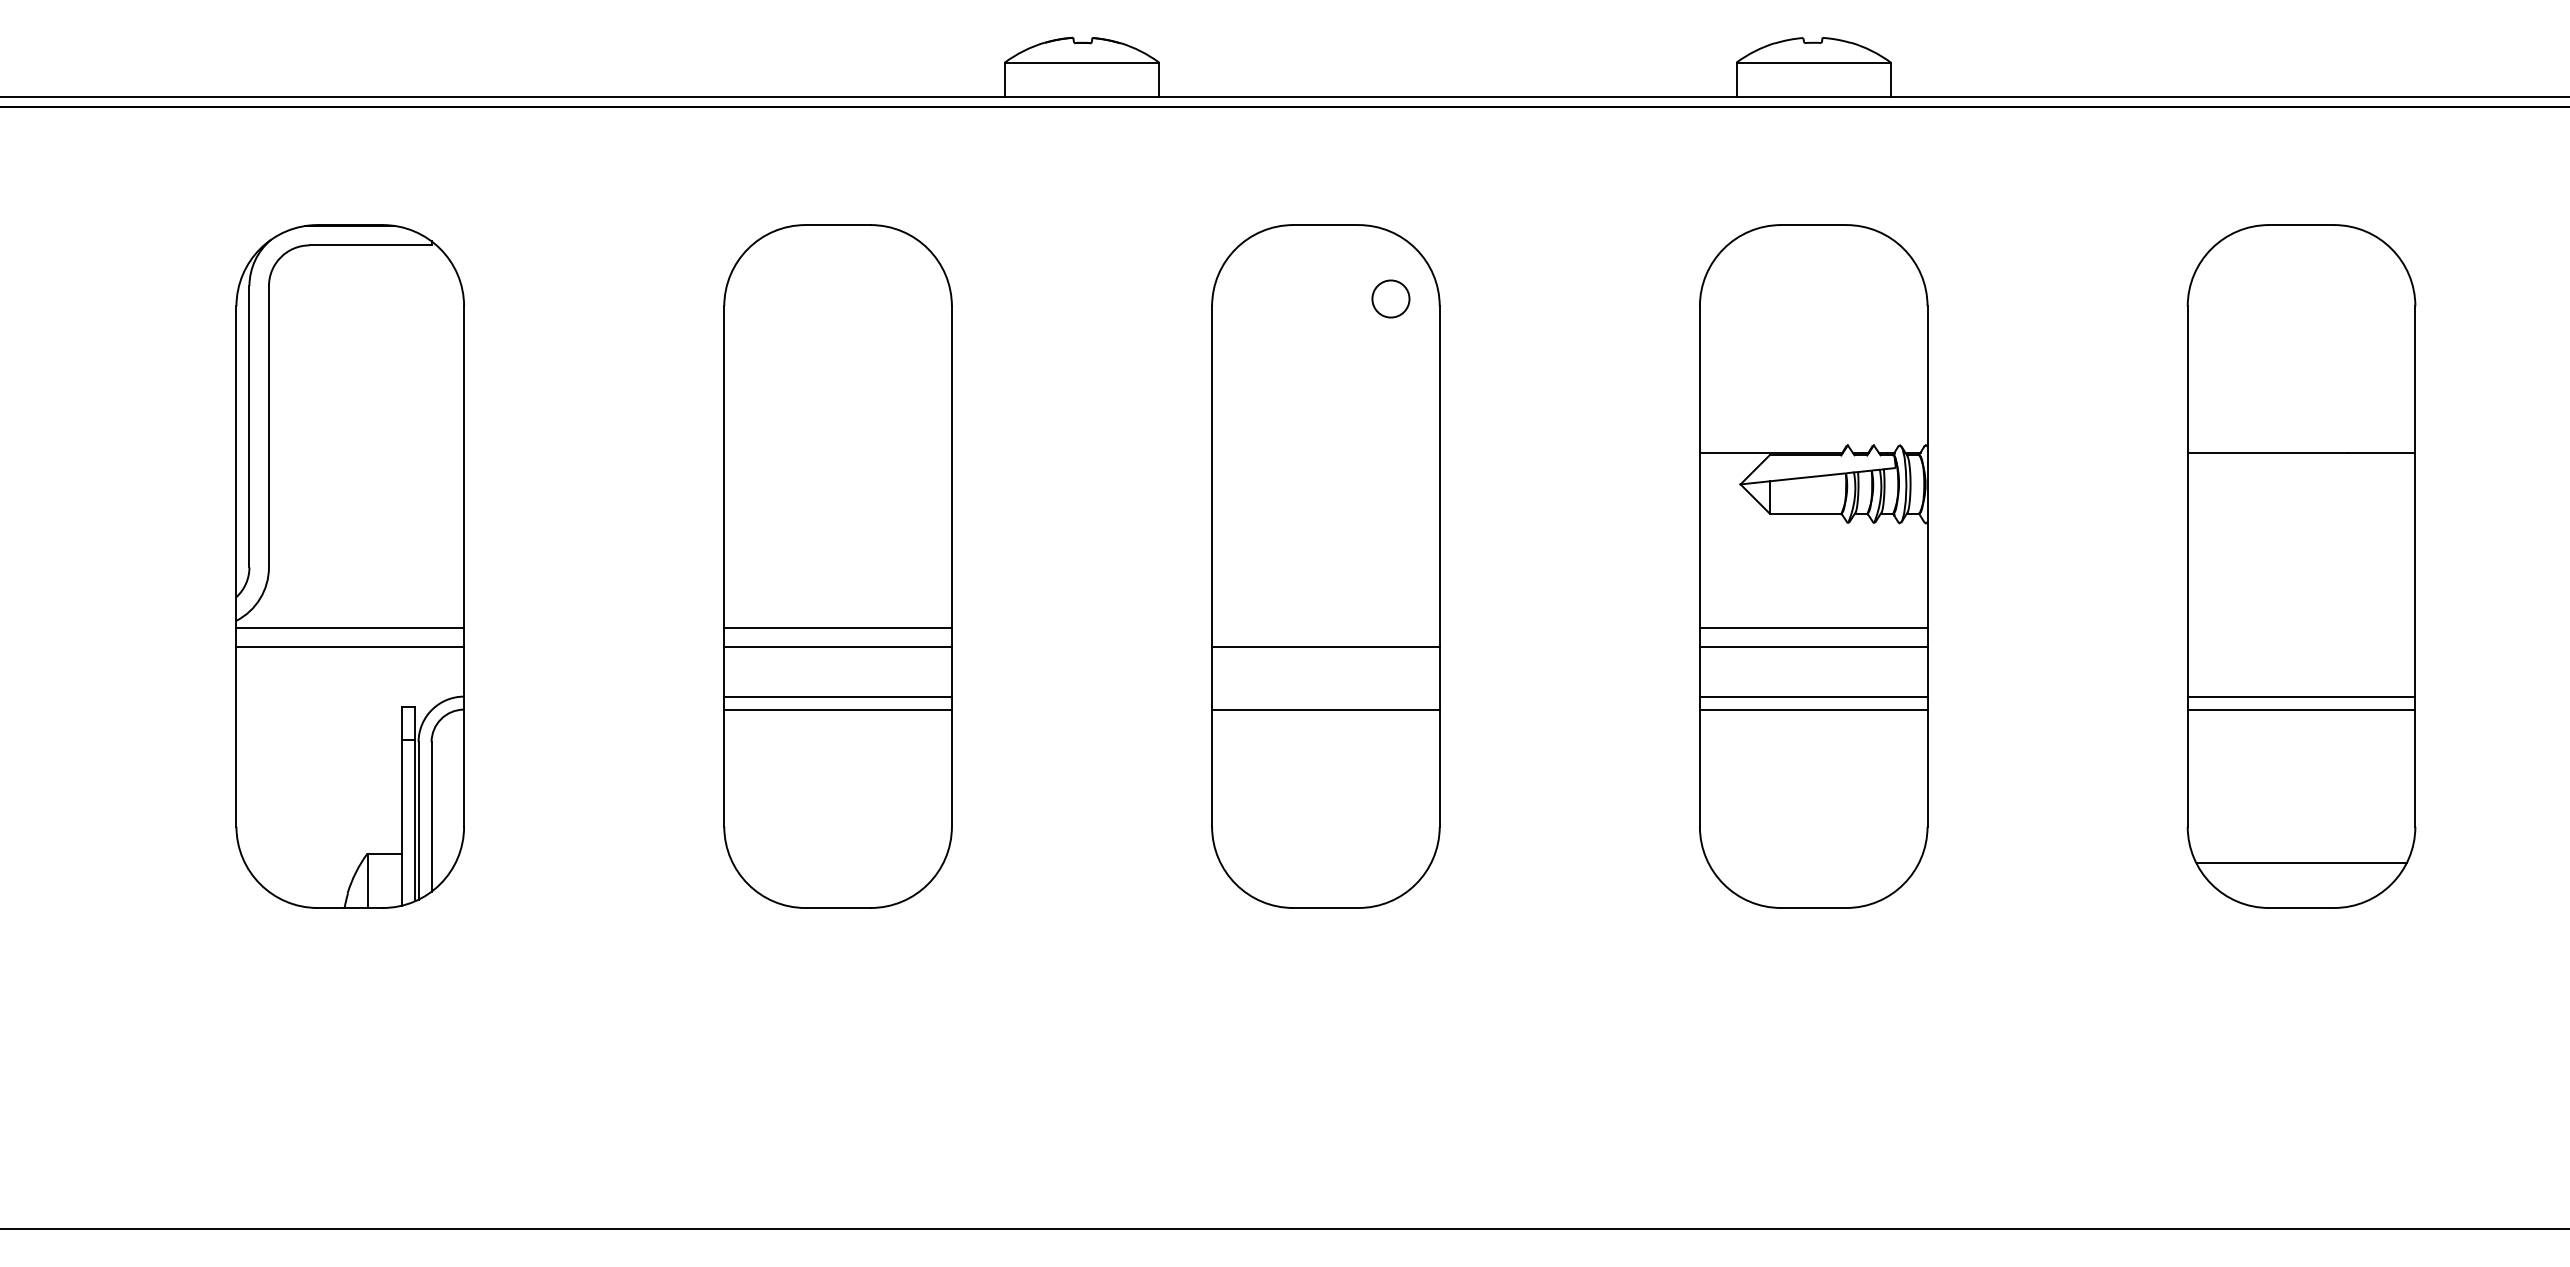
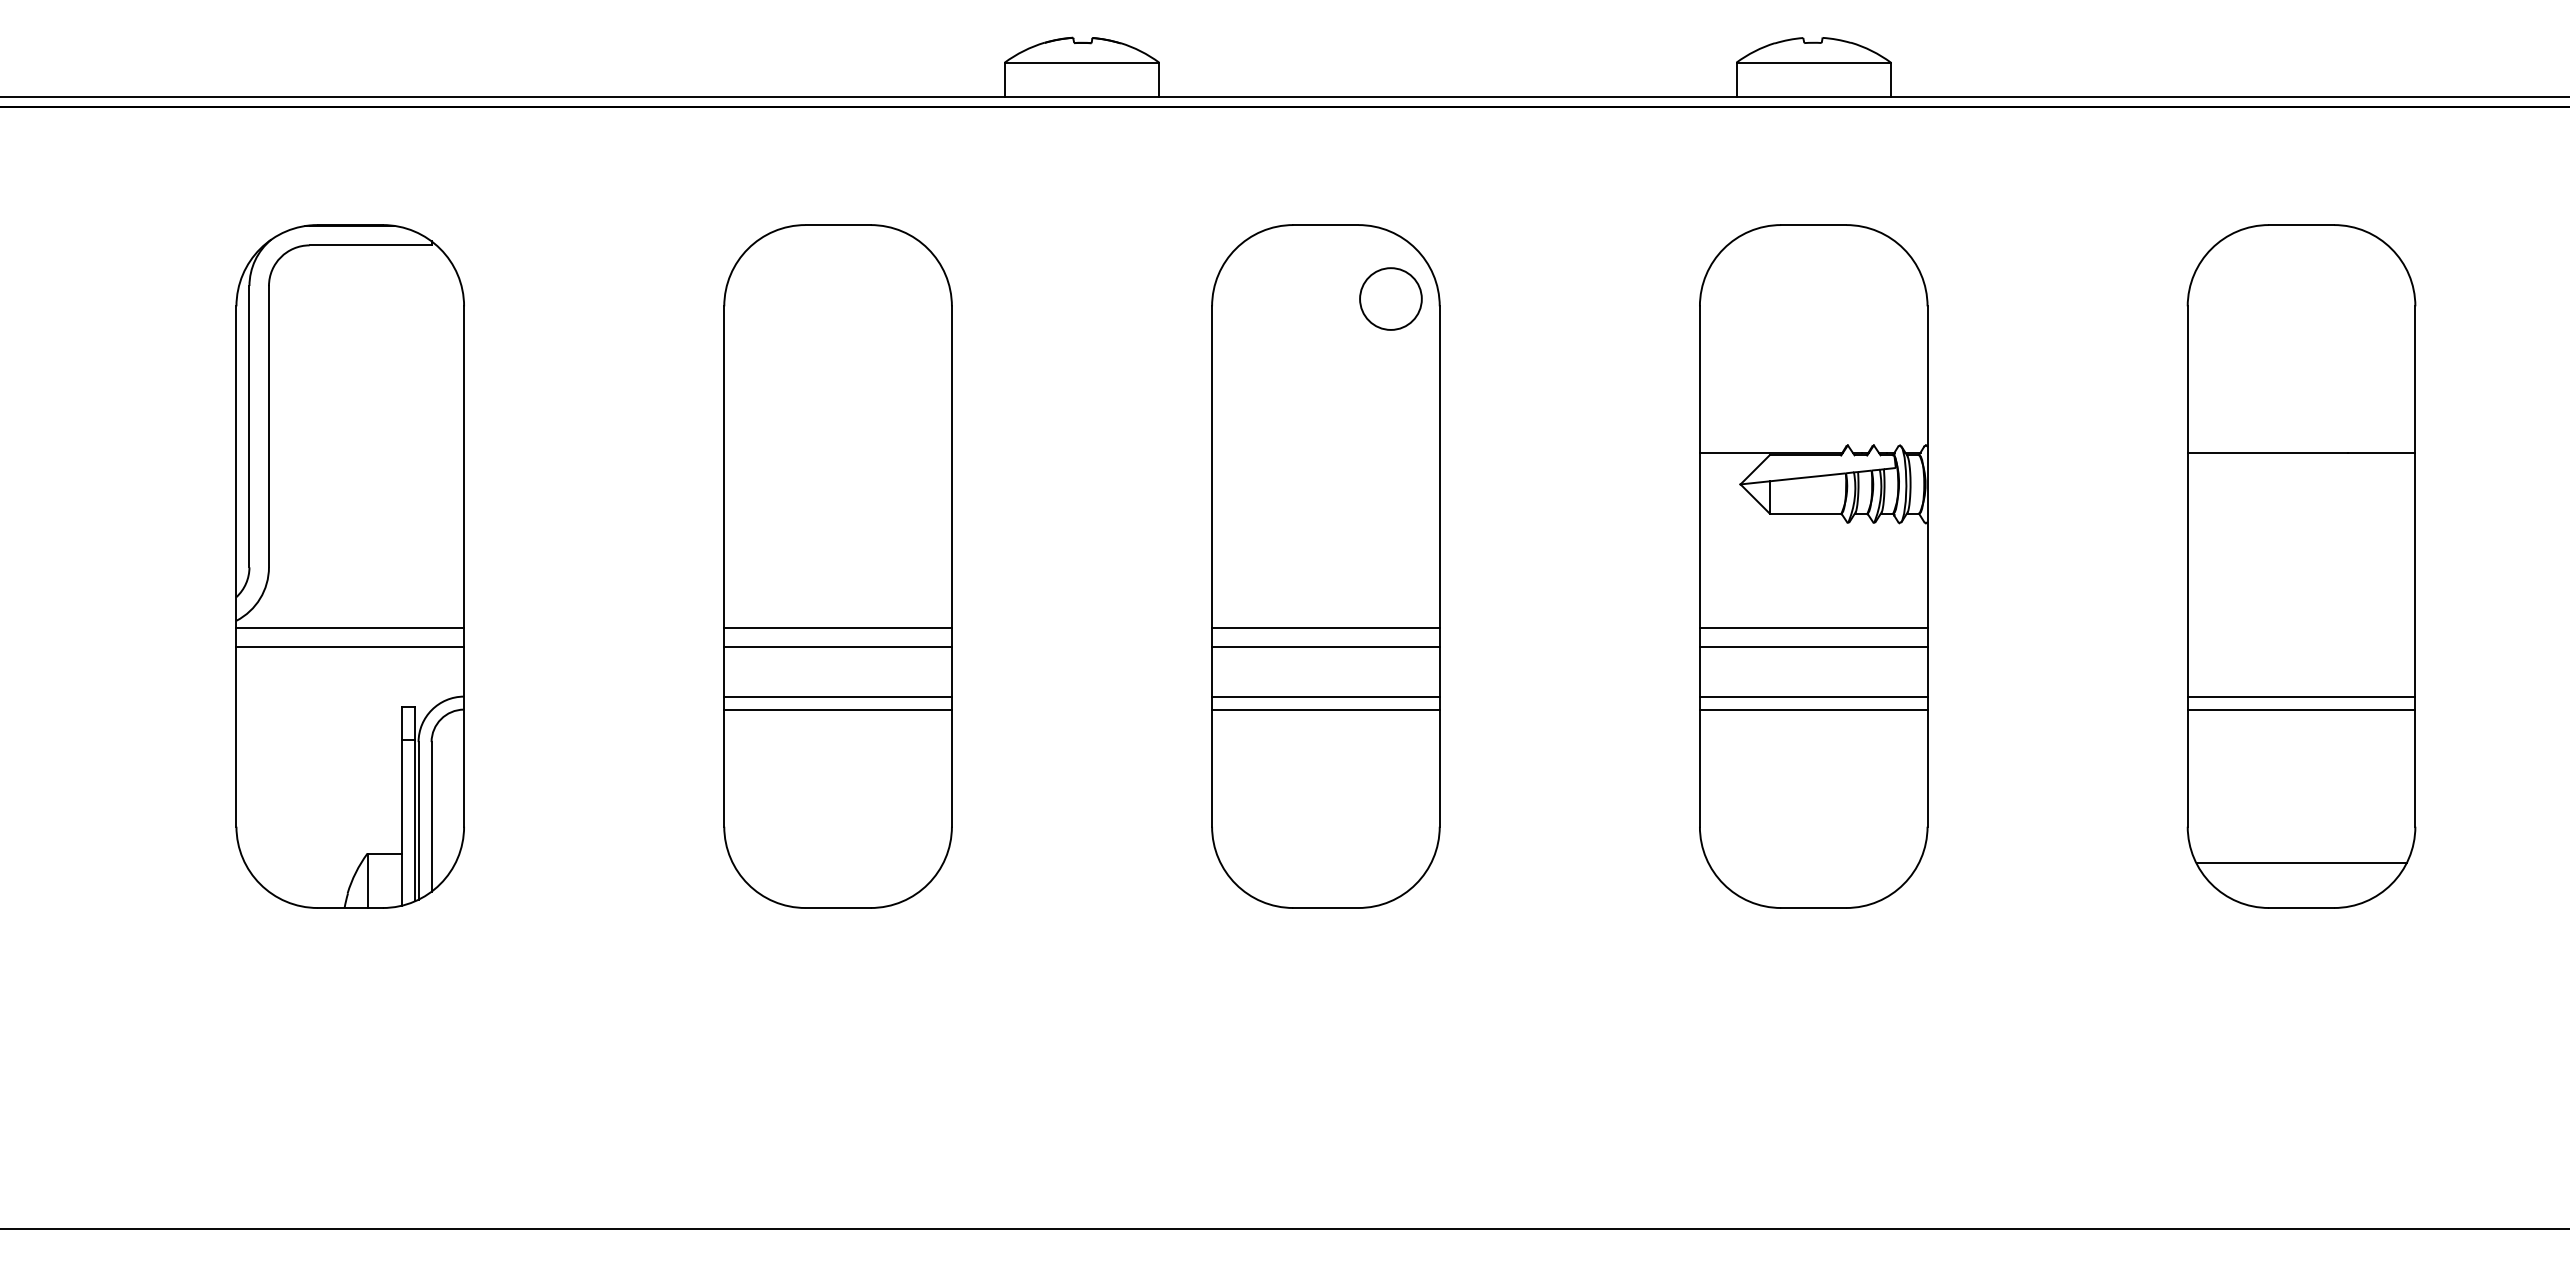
circle at (1390, 298) size: 40x40 px -> 64x64 px
line at (1325, 627): none -> present
line at (1325, 696): none -> present
